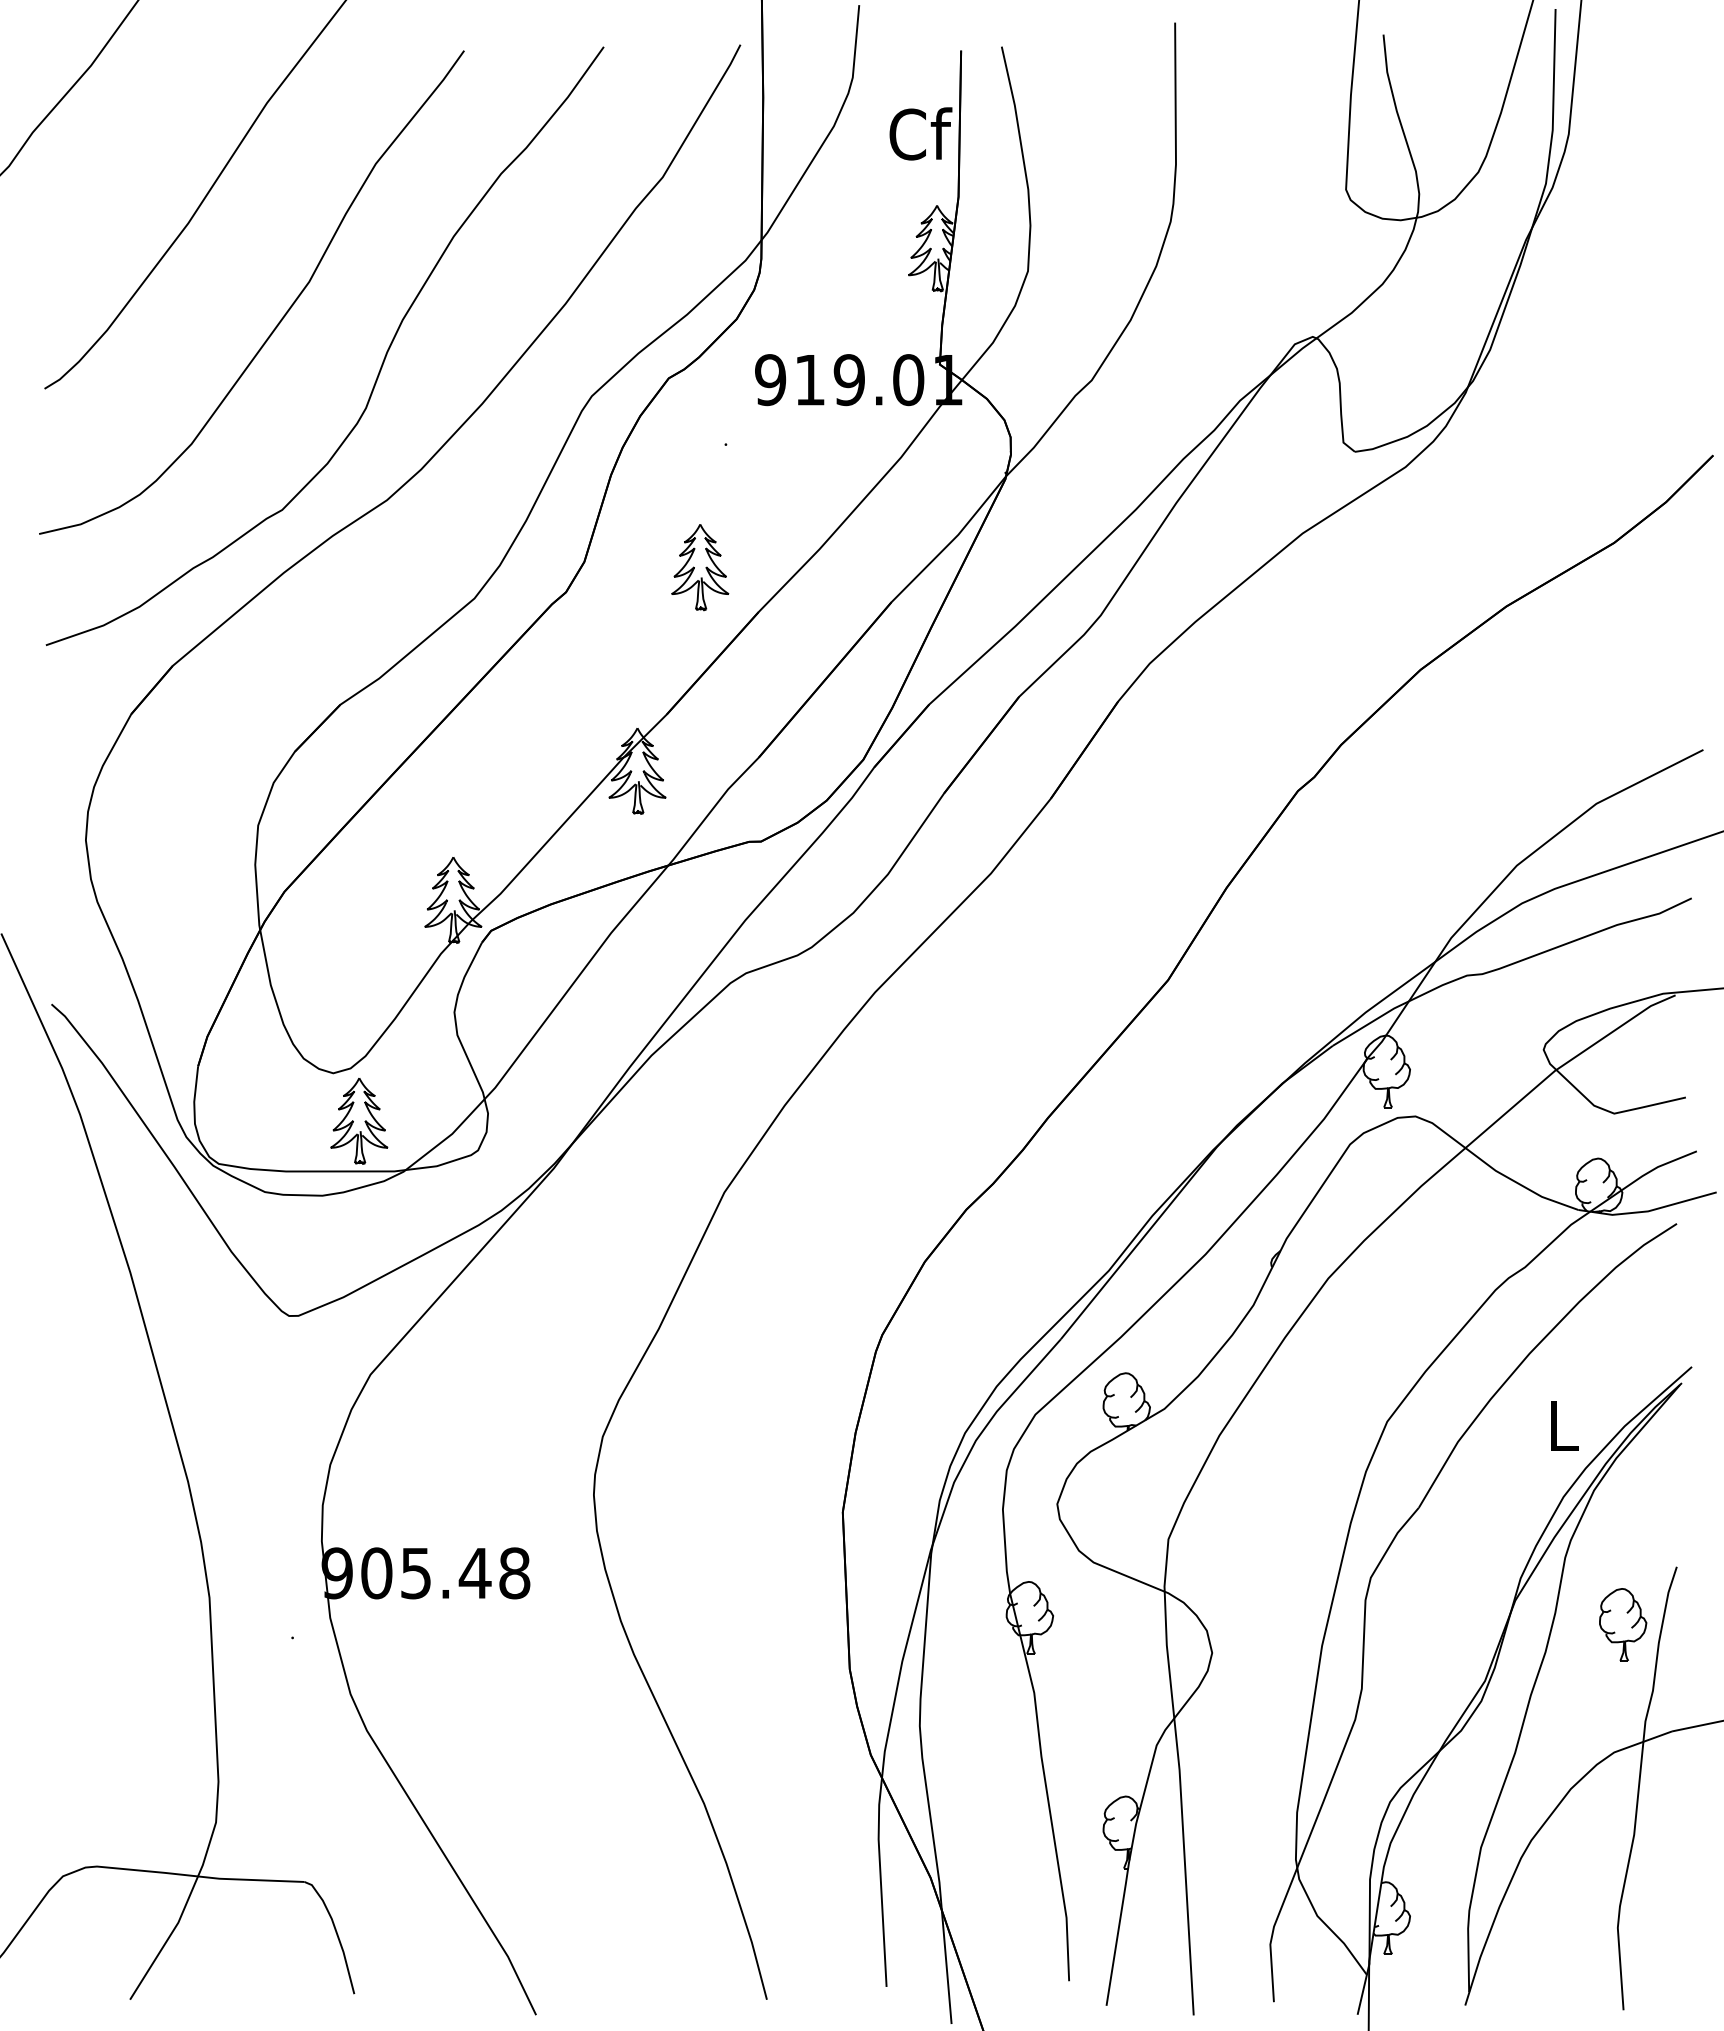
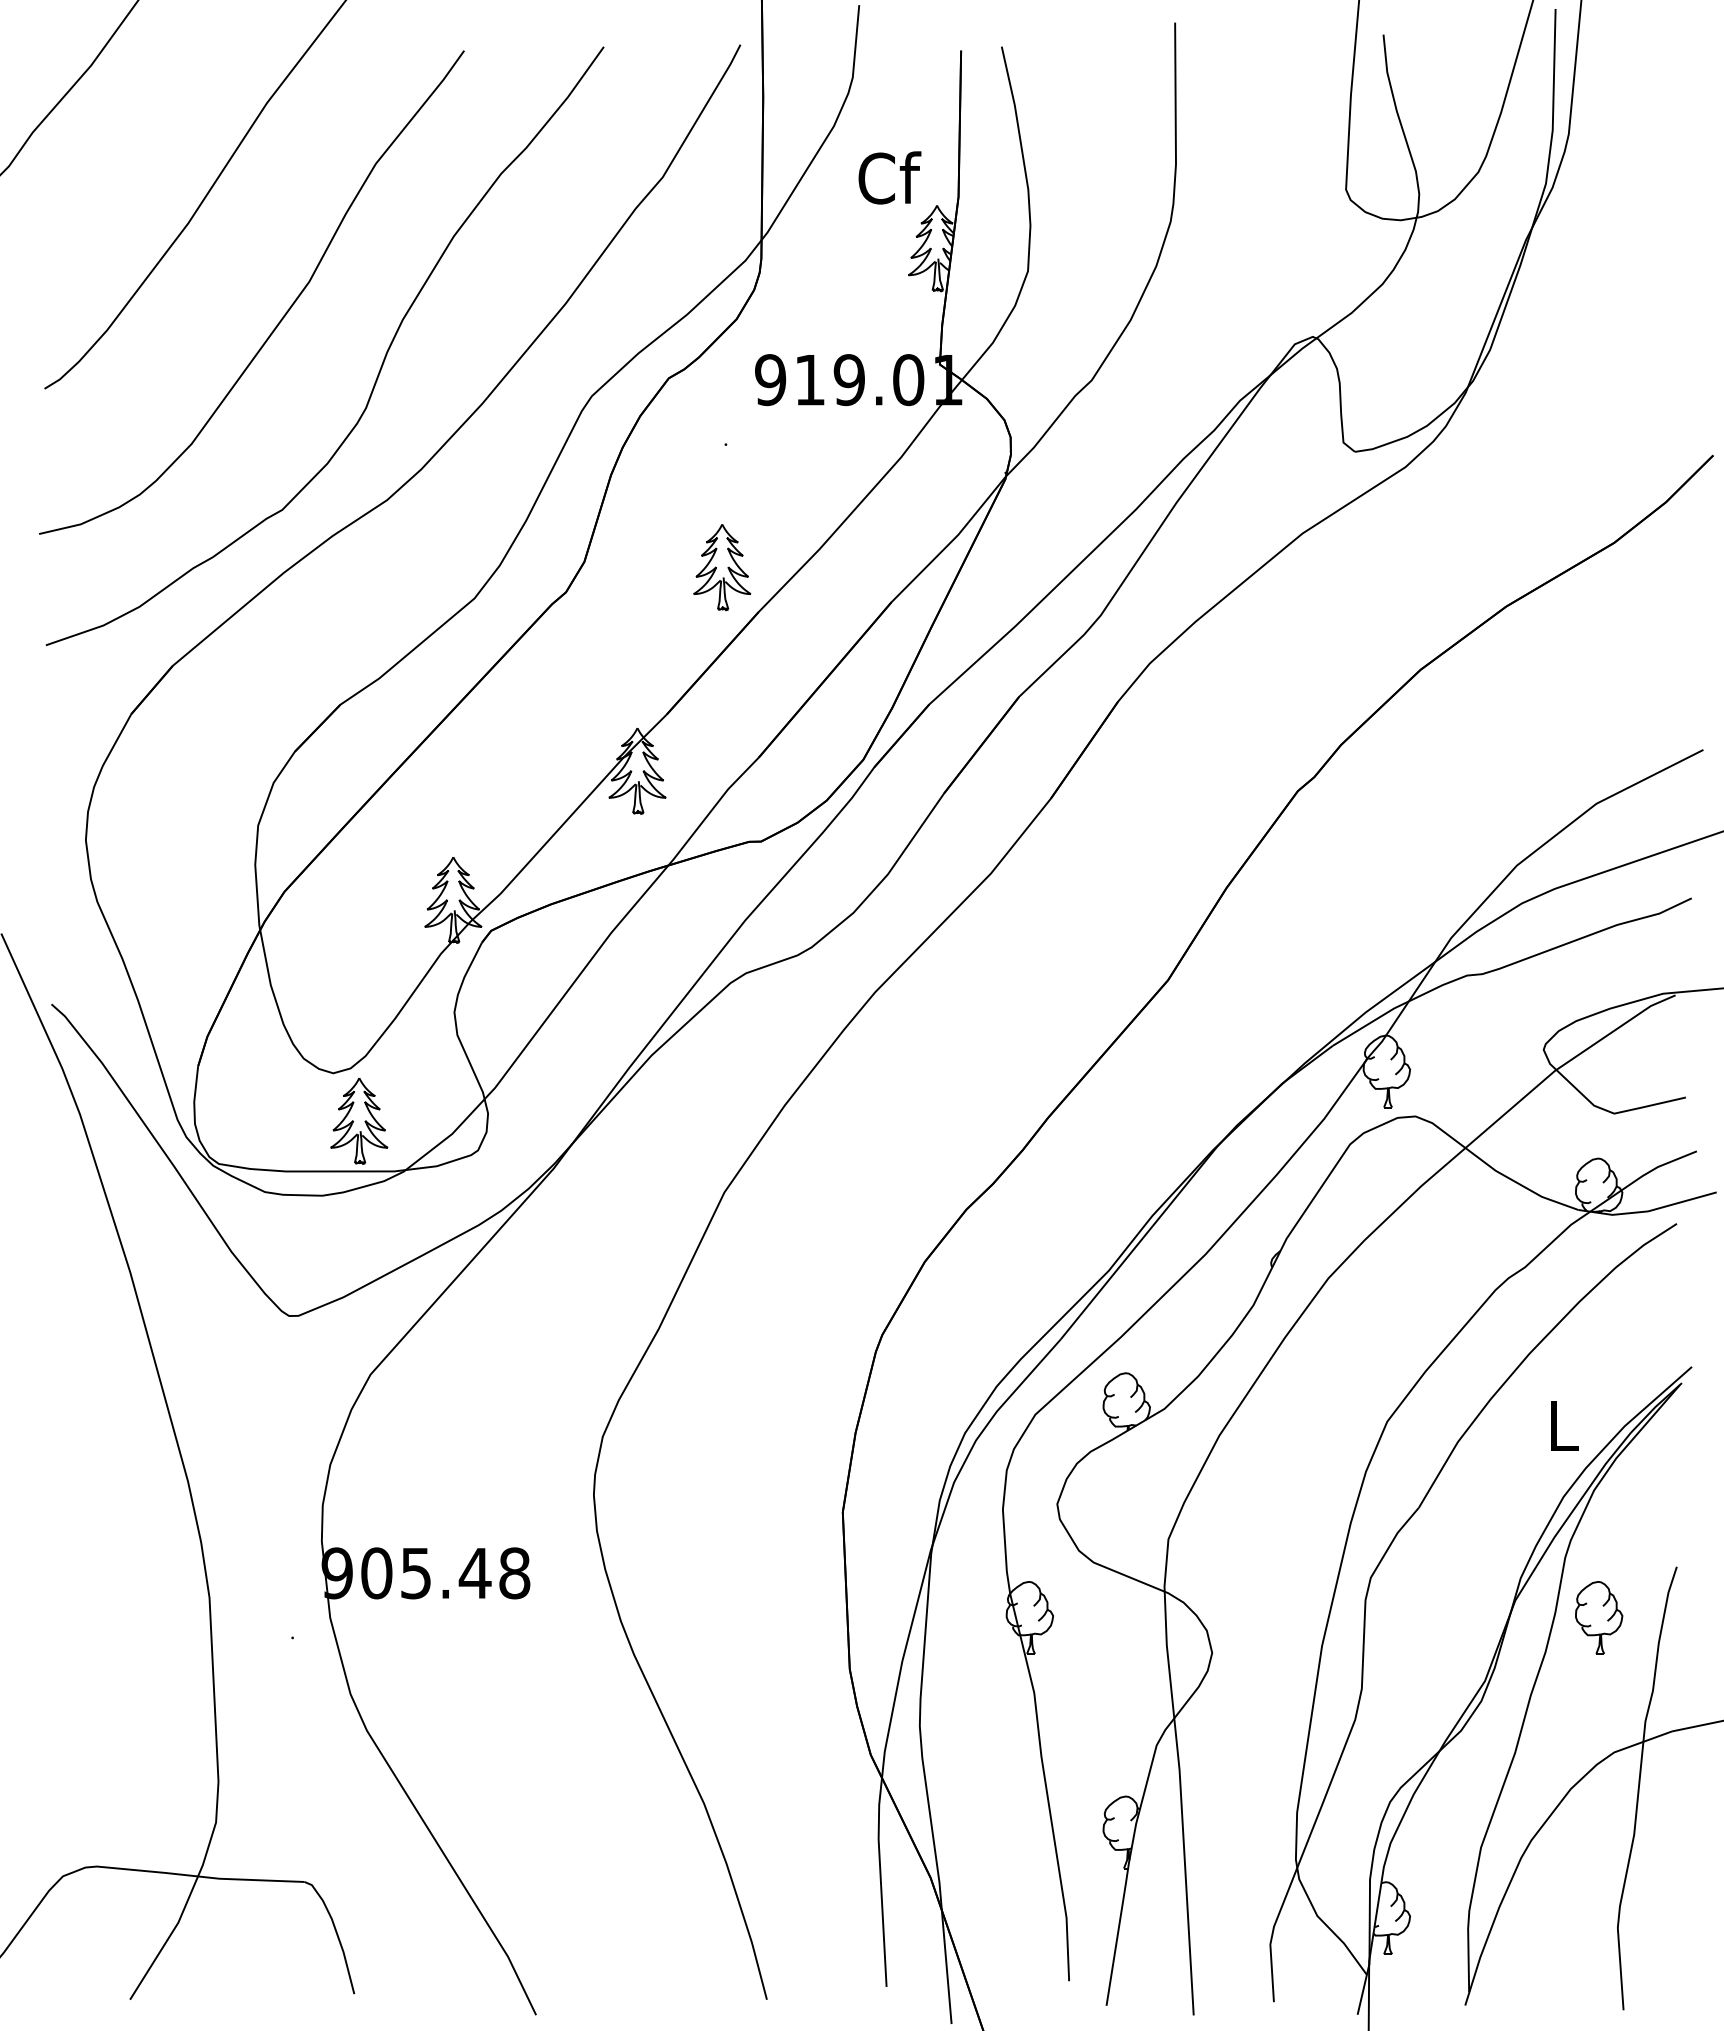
text at (920, 133) position: (920, 133) -> (889, 177)
part at (700, 567) position: (700, 567) -> (722, 567)
part at (1623, 1624) position: (1623, 1624) -> (1599, 1617)
